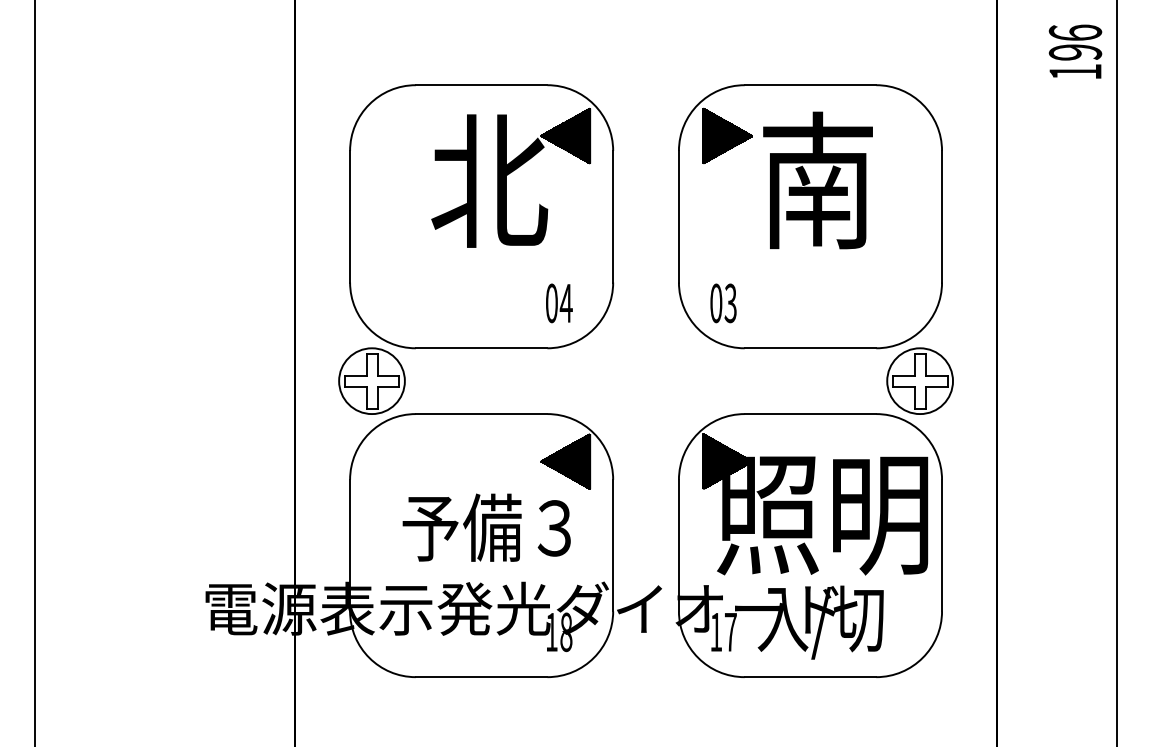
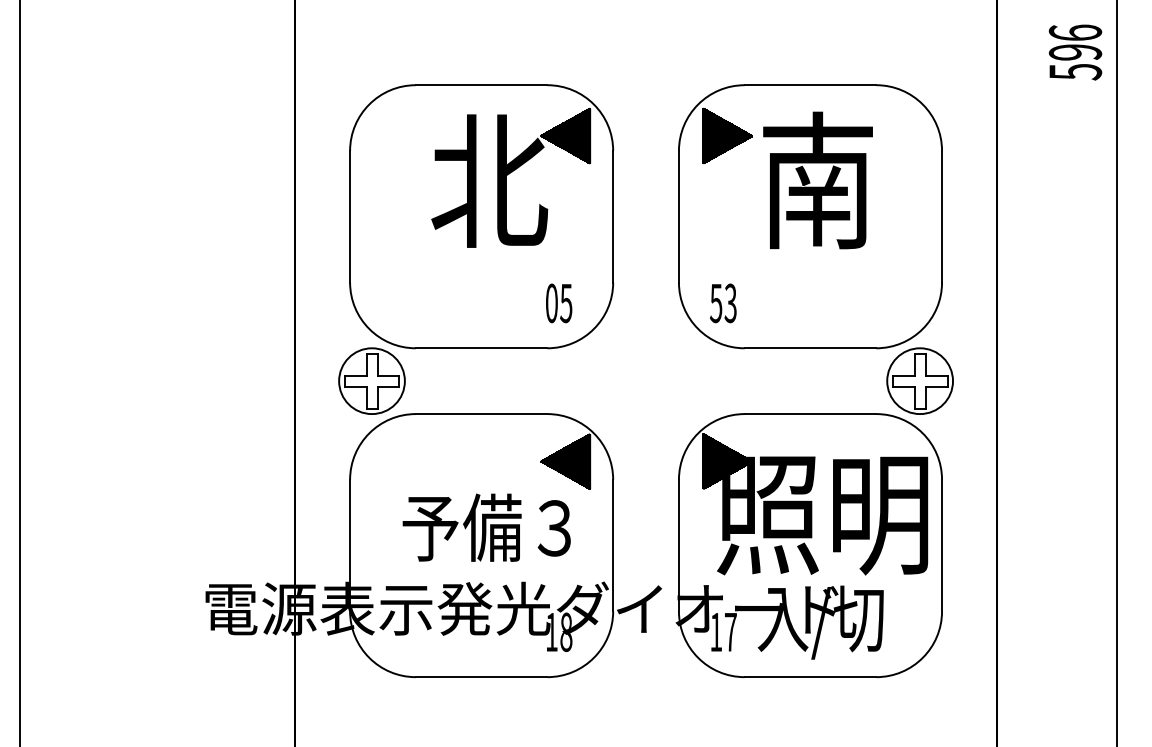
text at (1075, 72): 196 -> 596
text at (565, 303): 04 -> 05
text at (716, 303): 03 -> 53
line at (34, 372) position: (34, 372) -> (19, 372)
